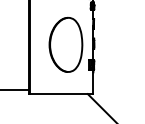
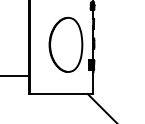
line at (15, 89) position: (15, 89) -> (15, 75)
